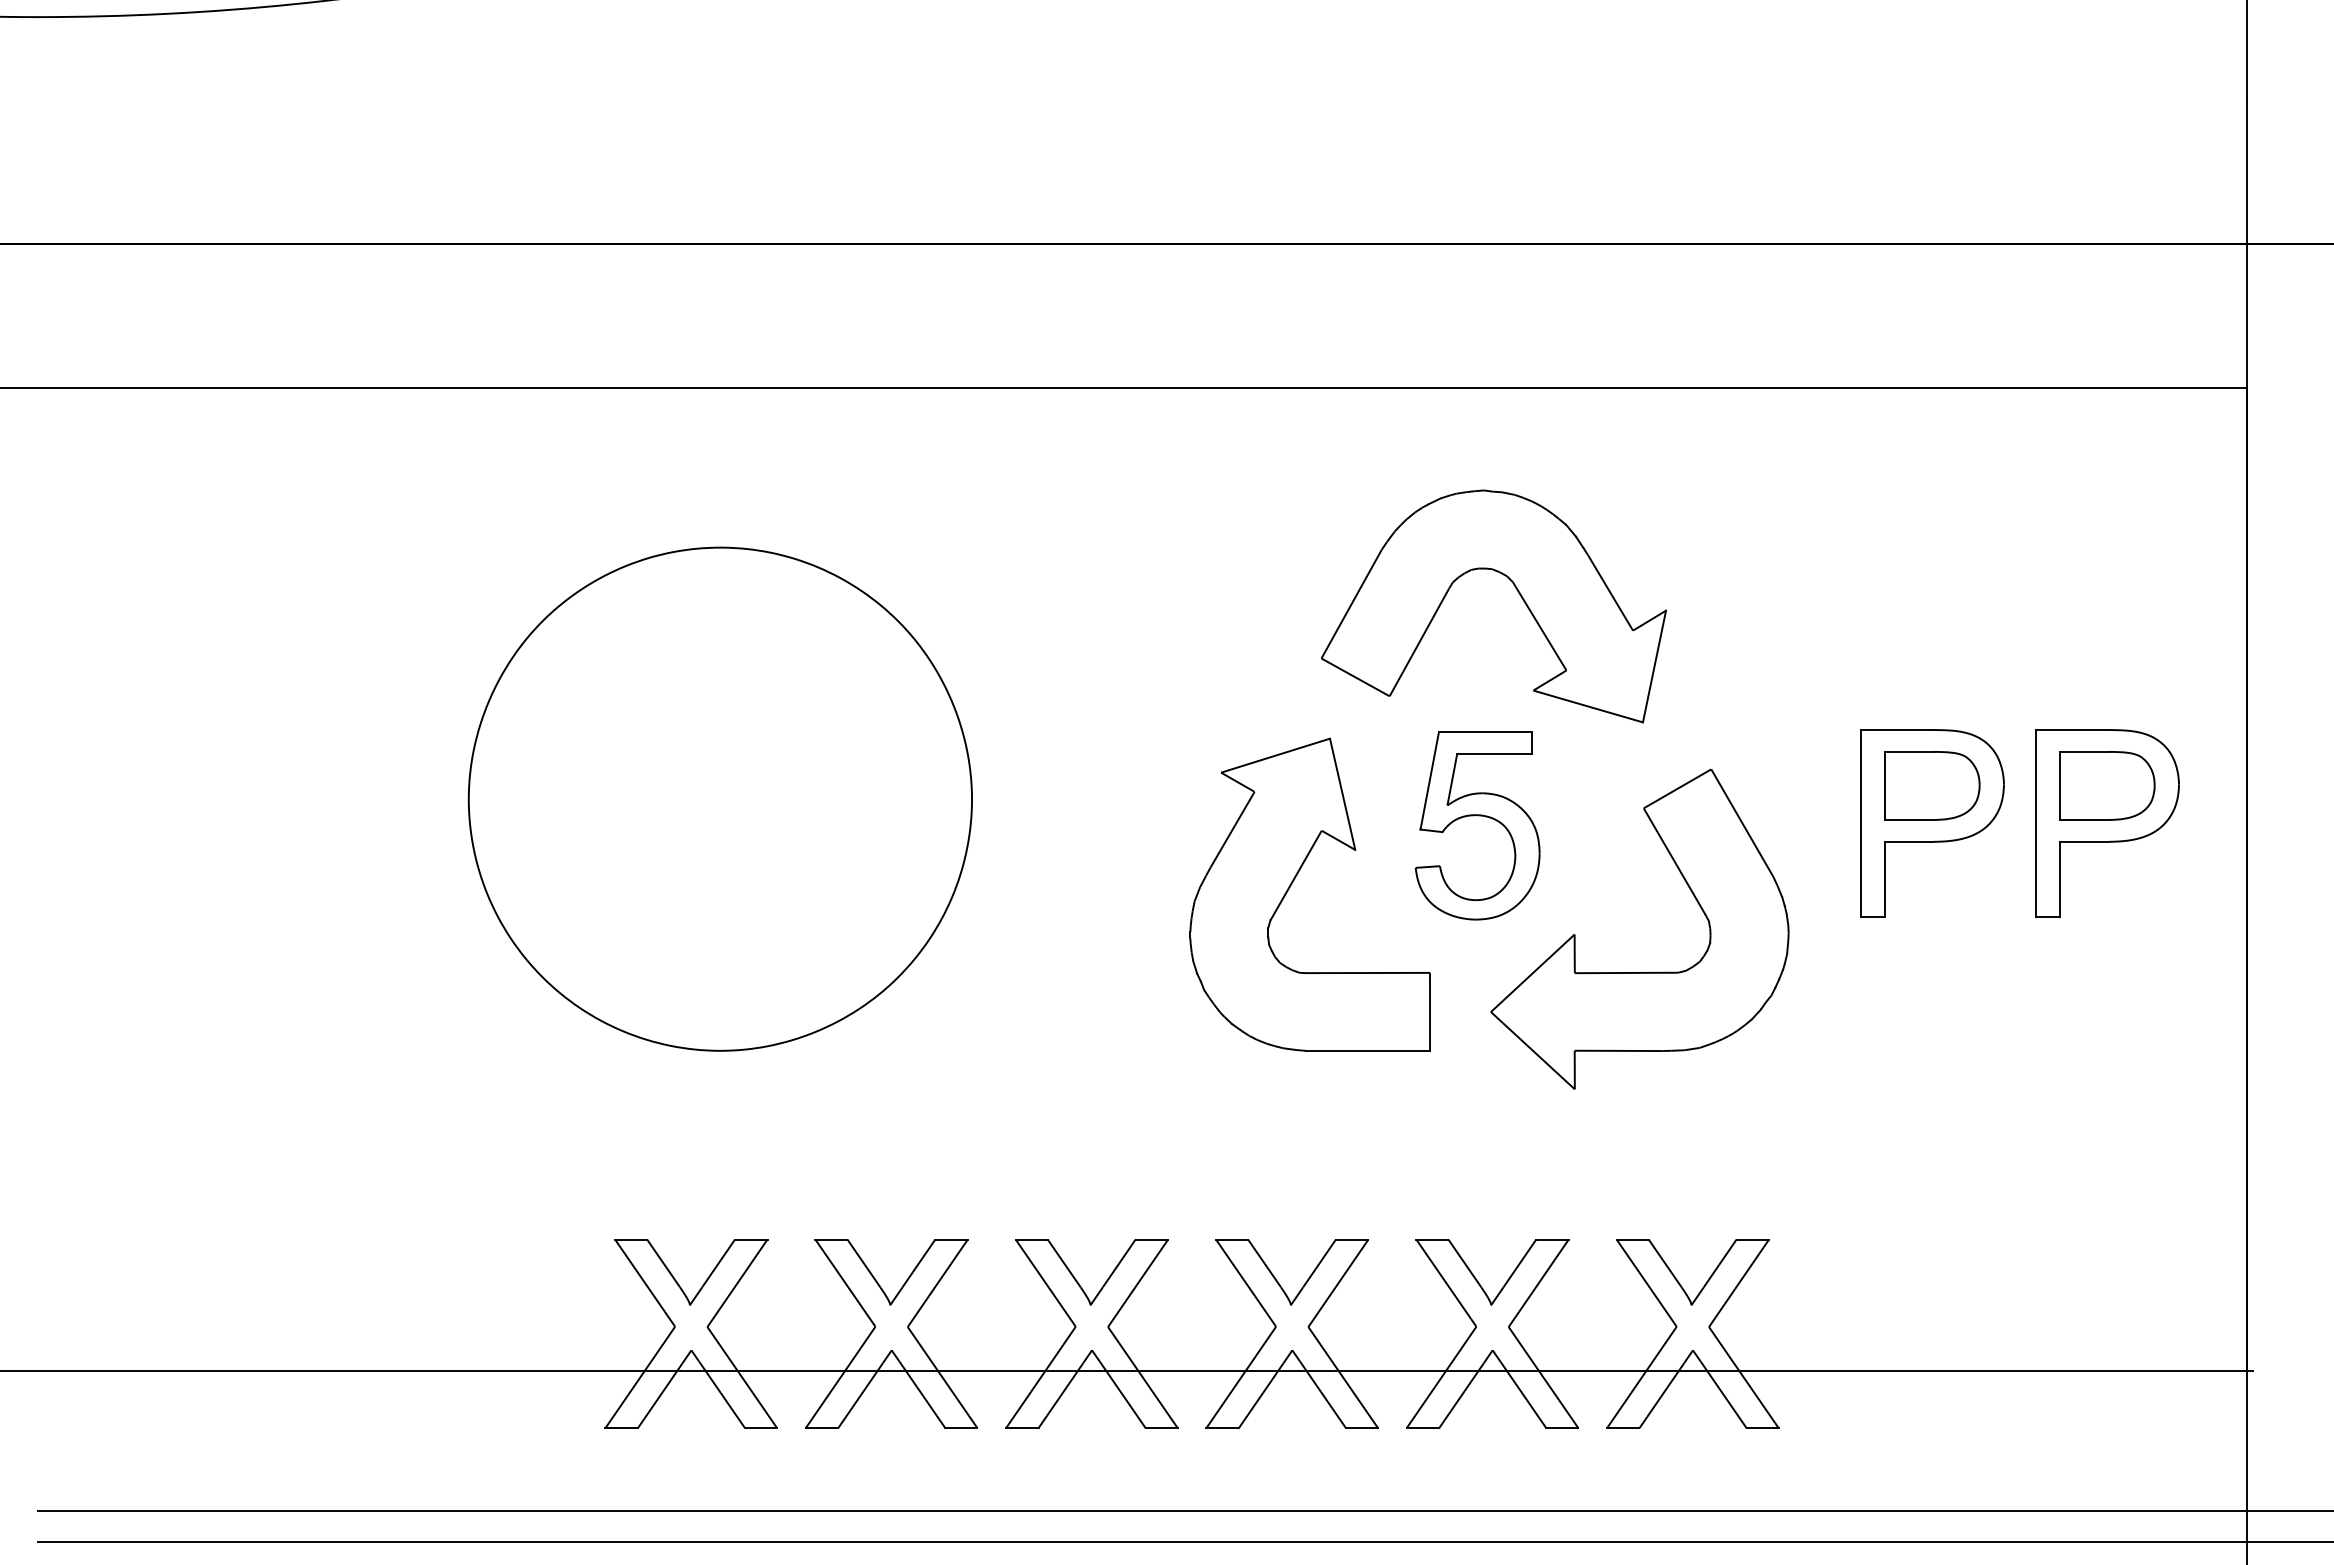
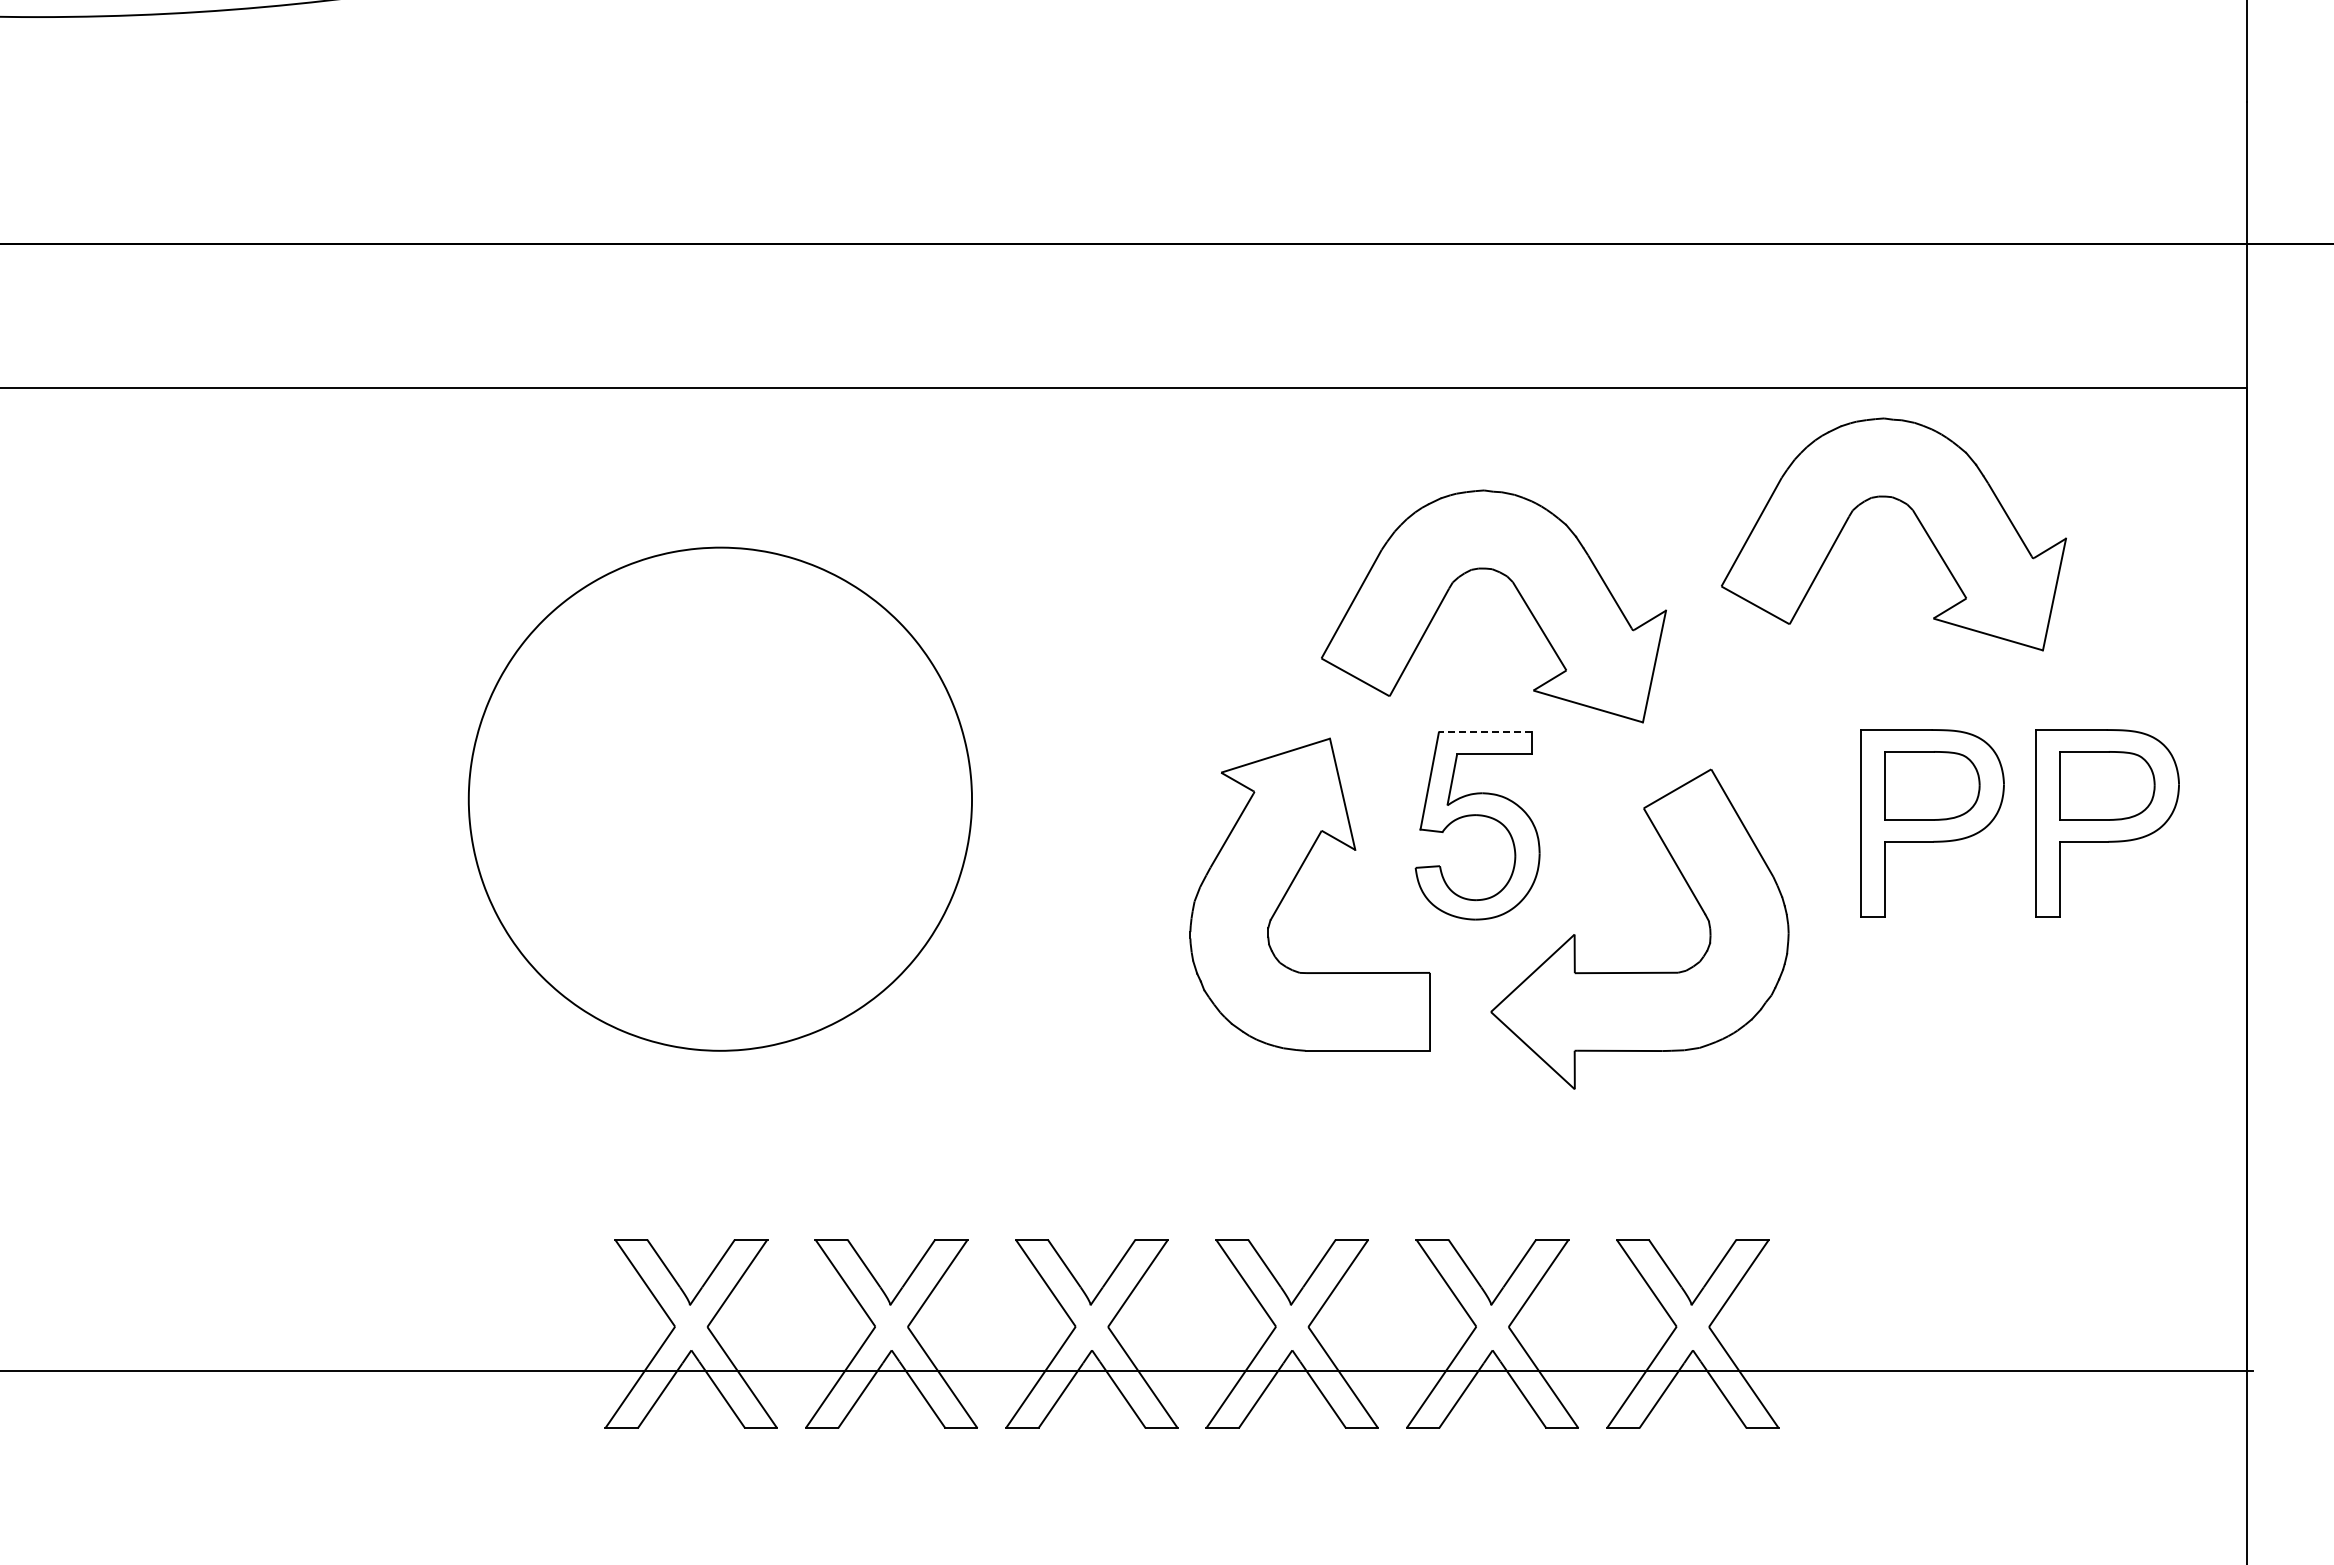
part at (1916, 518): none -> present
line at (1485, 732): solid -> dashed
line at (1183, 1511): present -> none
line at (1183, 1542): present -> none
